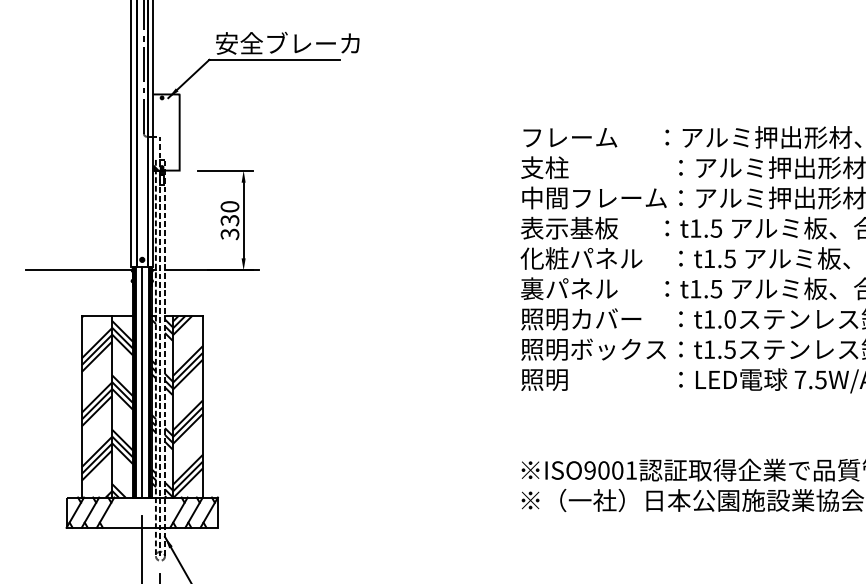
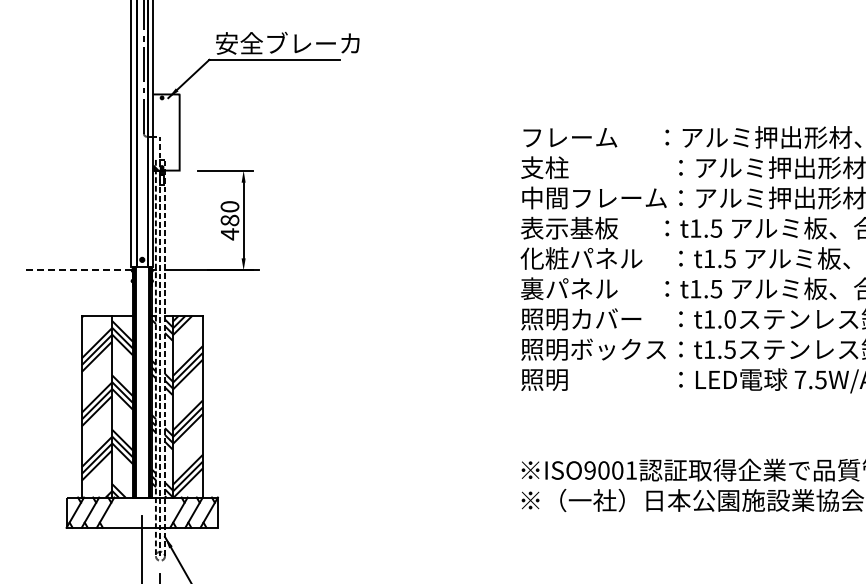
text at (229, 227): 330 -> 480
line at (78, 270): solid -> dashed
line at (142, 382): present -> none
